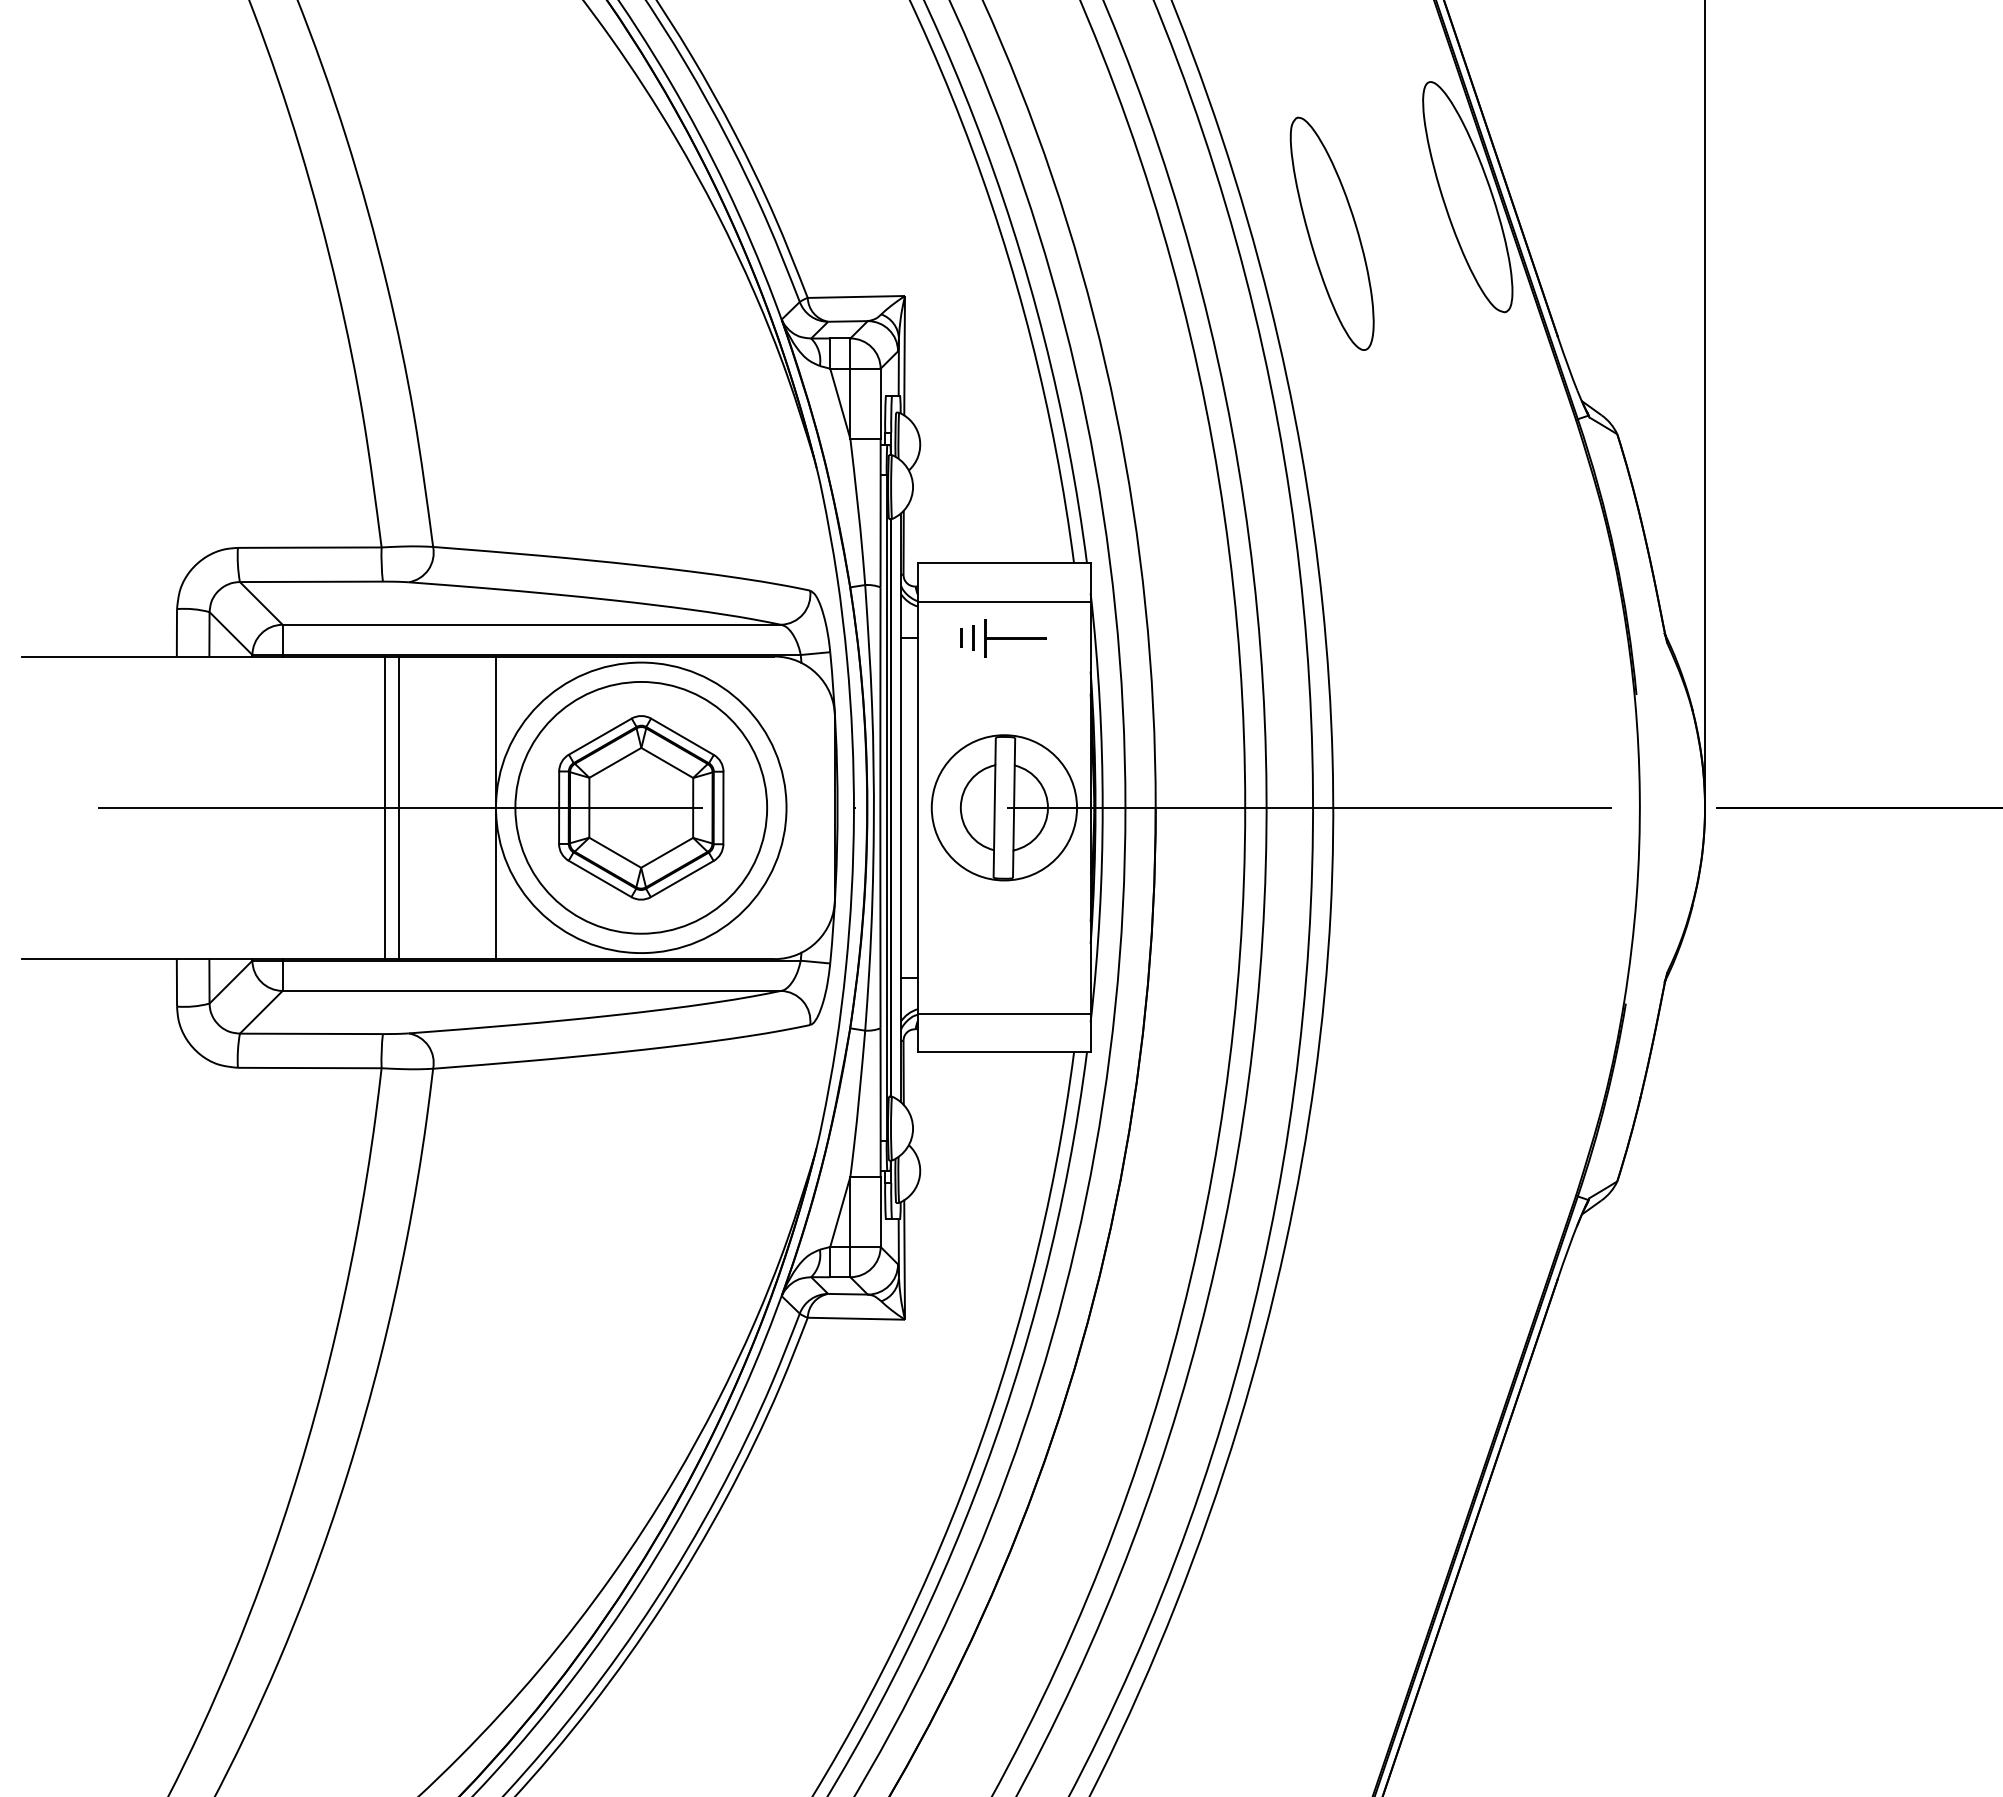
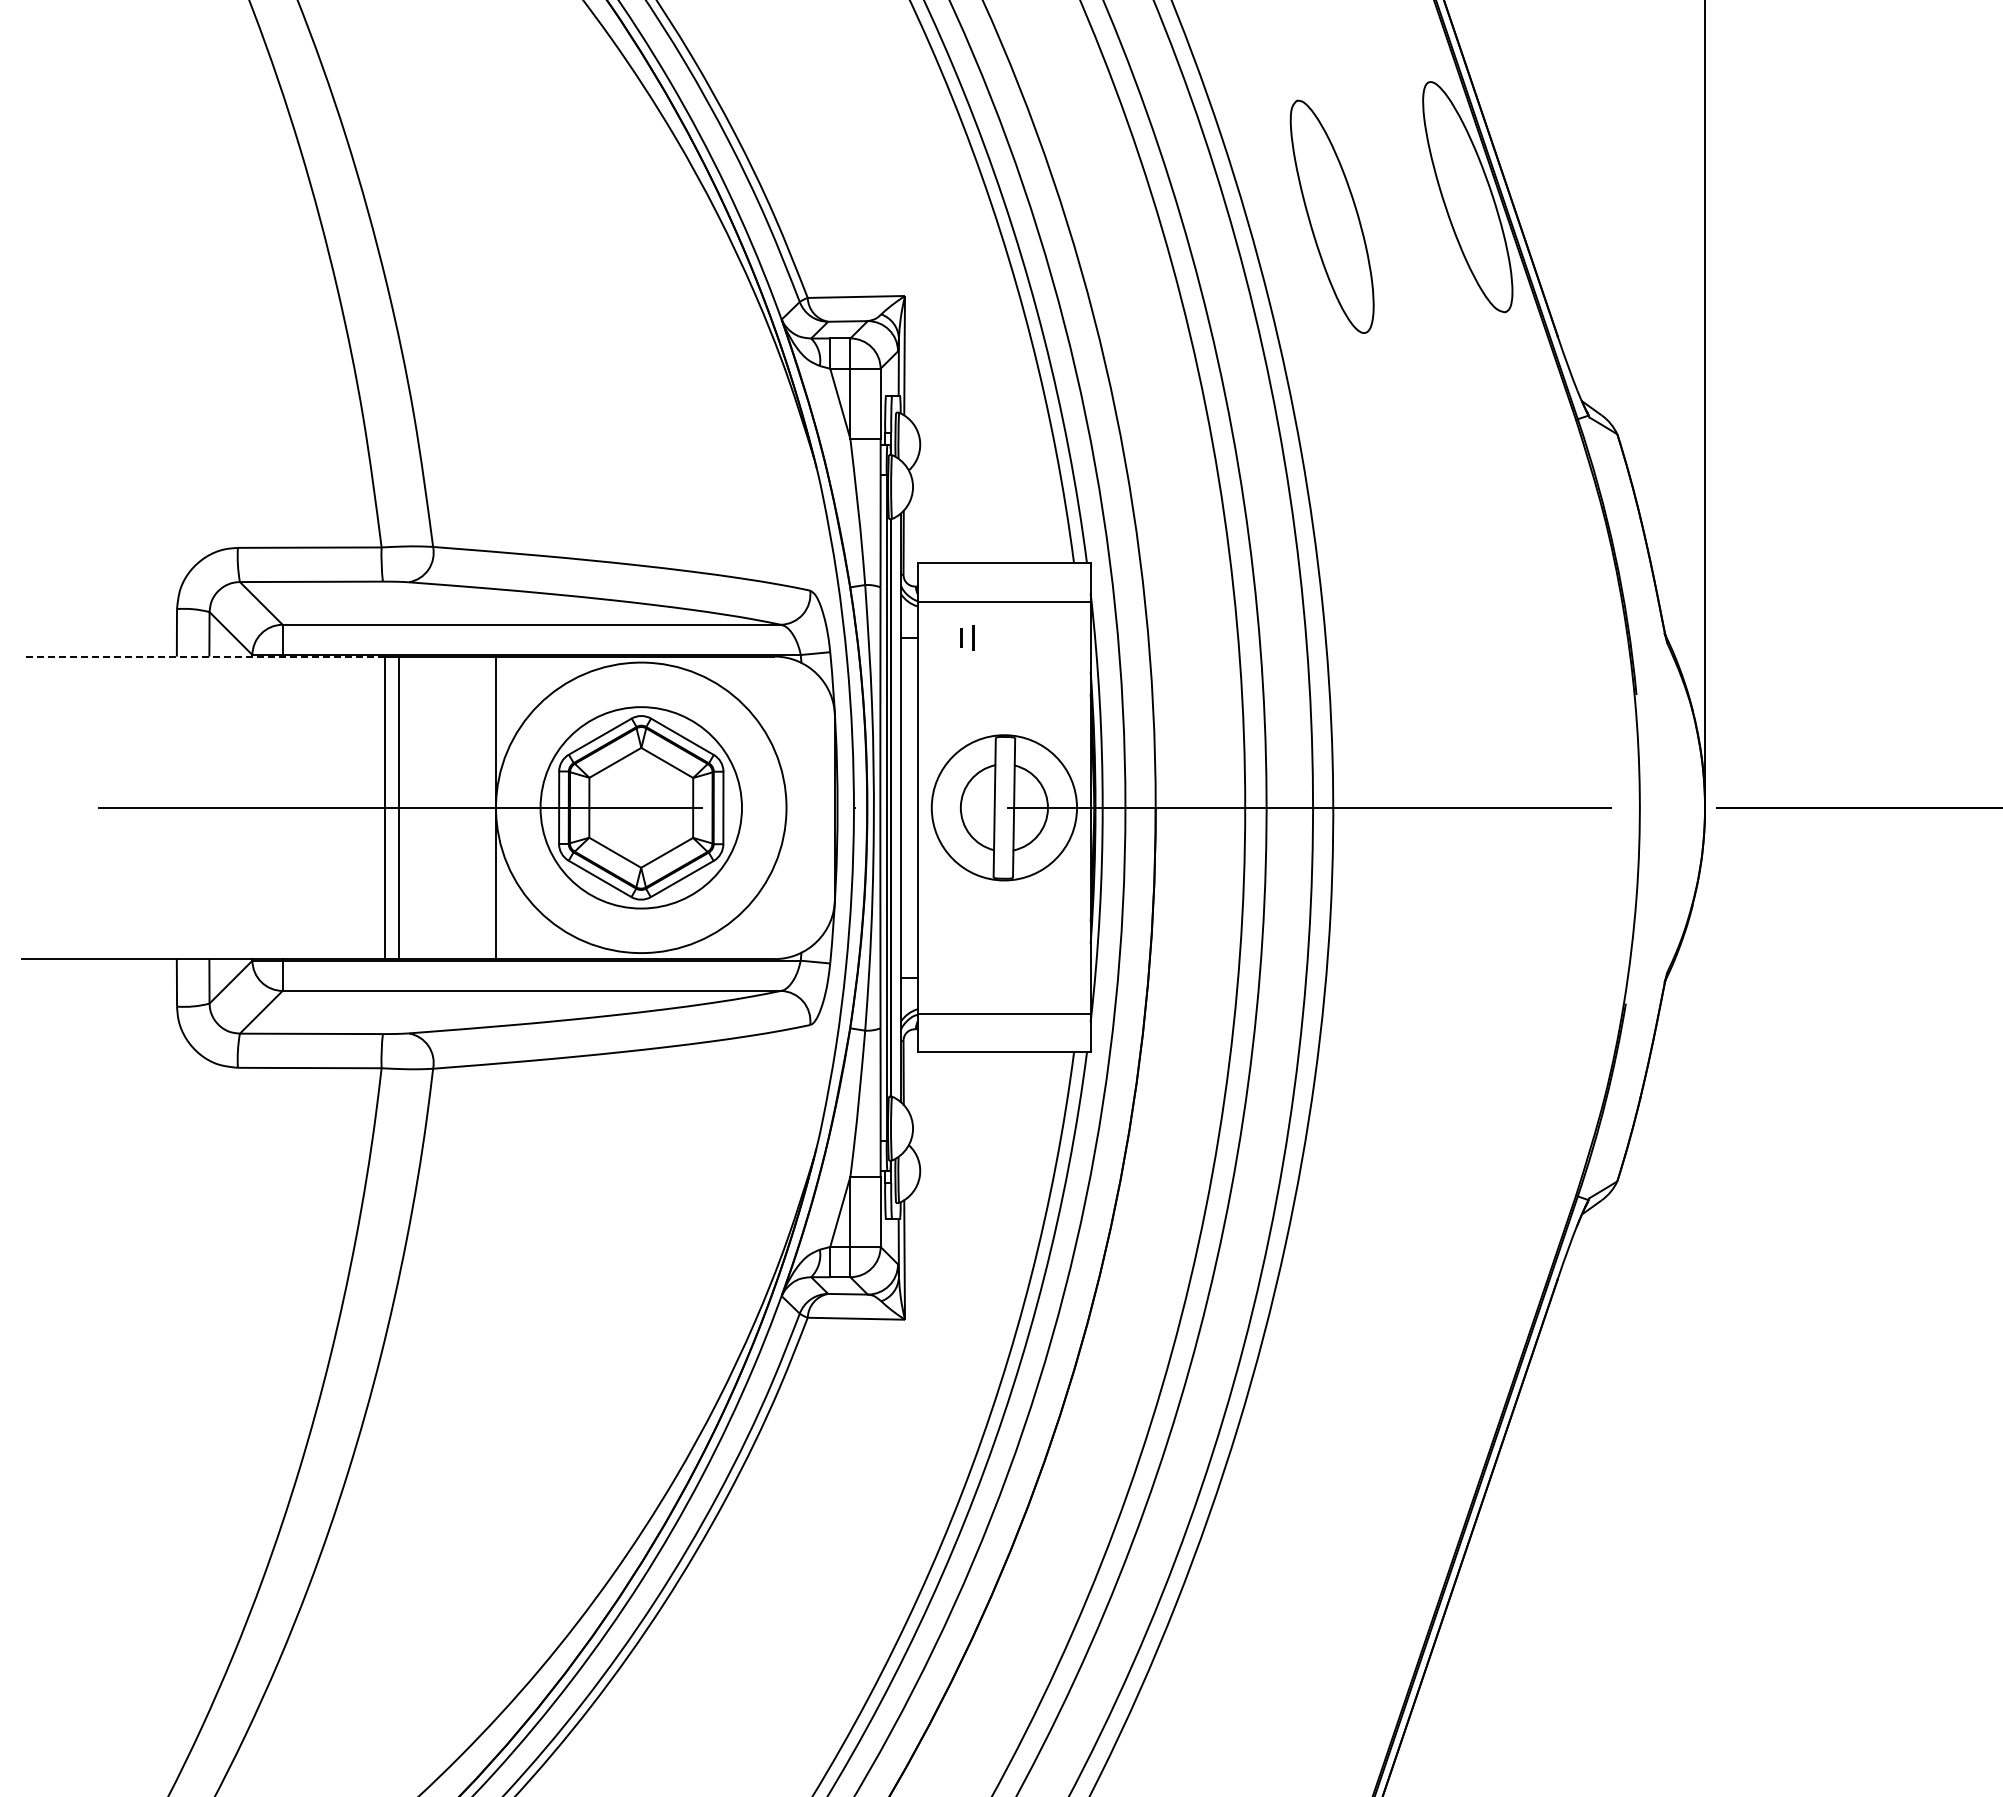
part at (1331, 233) position: (1331, 233) -> (1331, 216)
part at (1015, 638): present -> none
line at (203, 656): solid -> dashed
circle at (641, 807) diameter: 252 px -> 201 px
